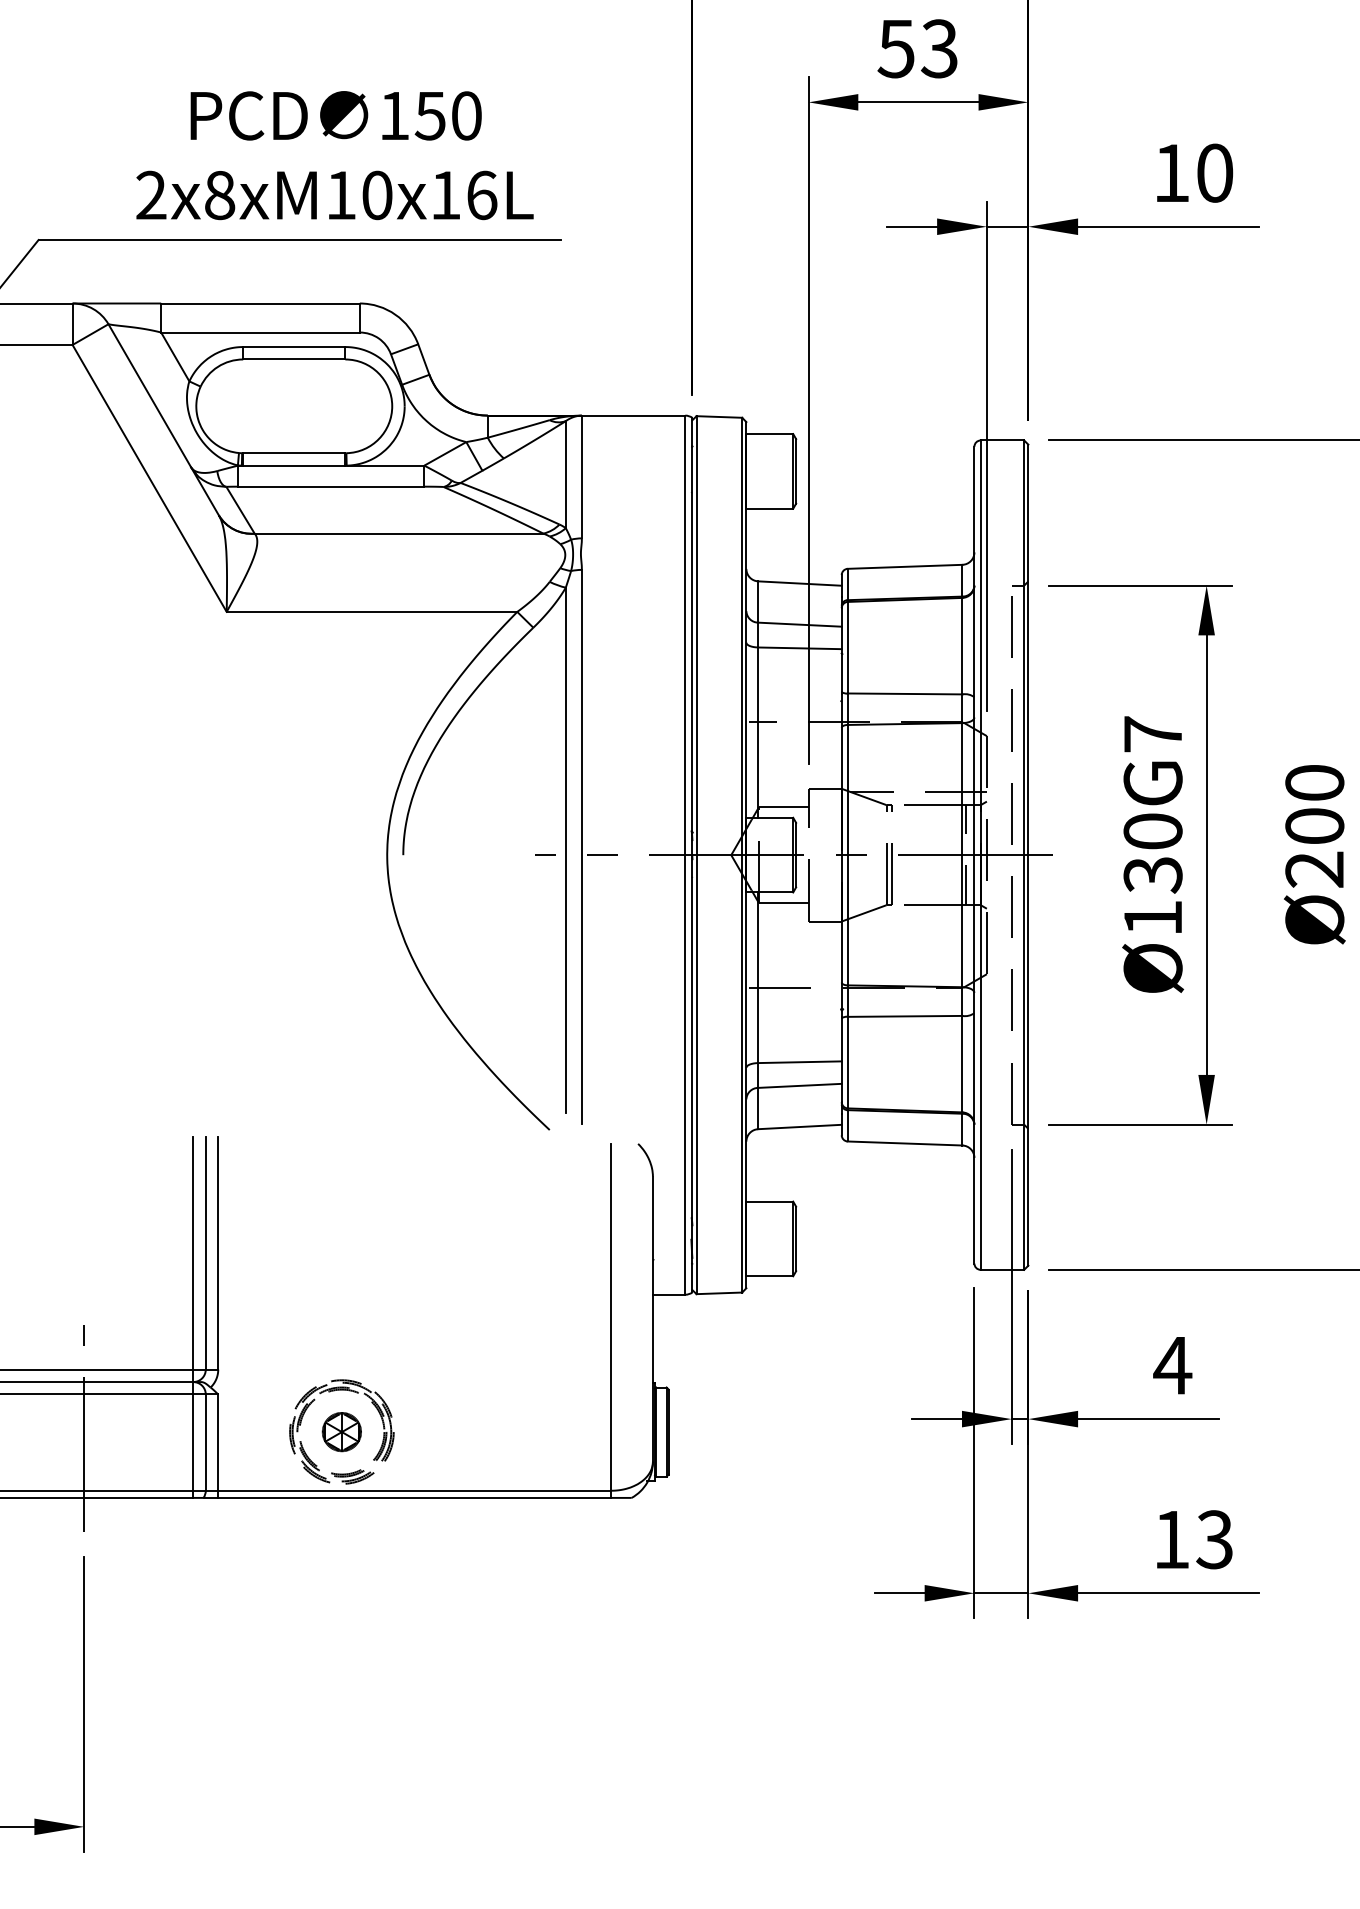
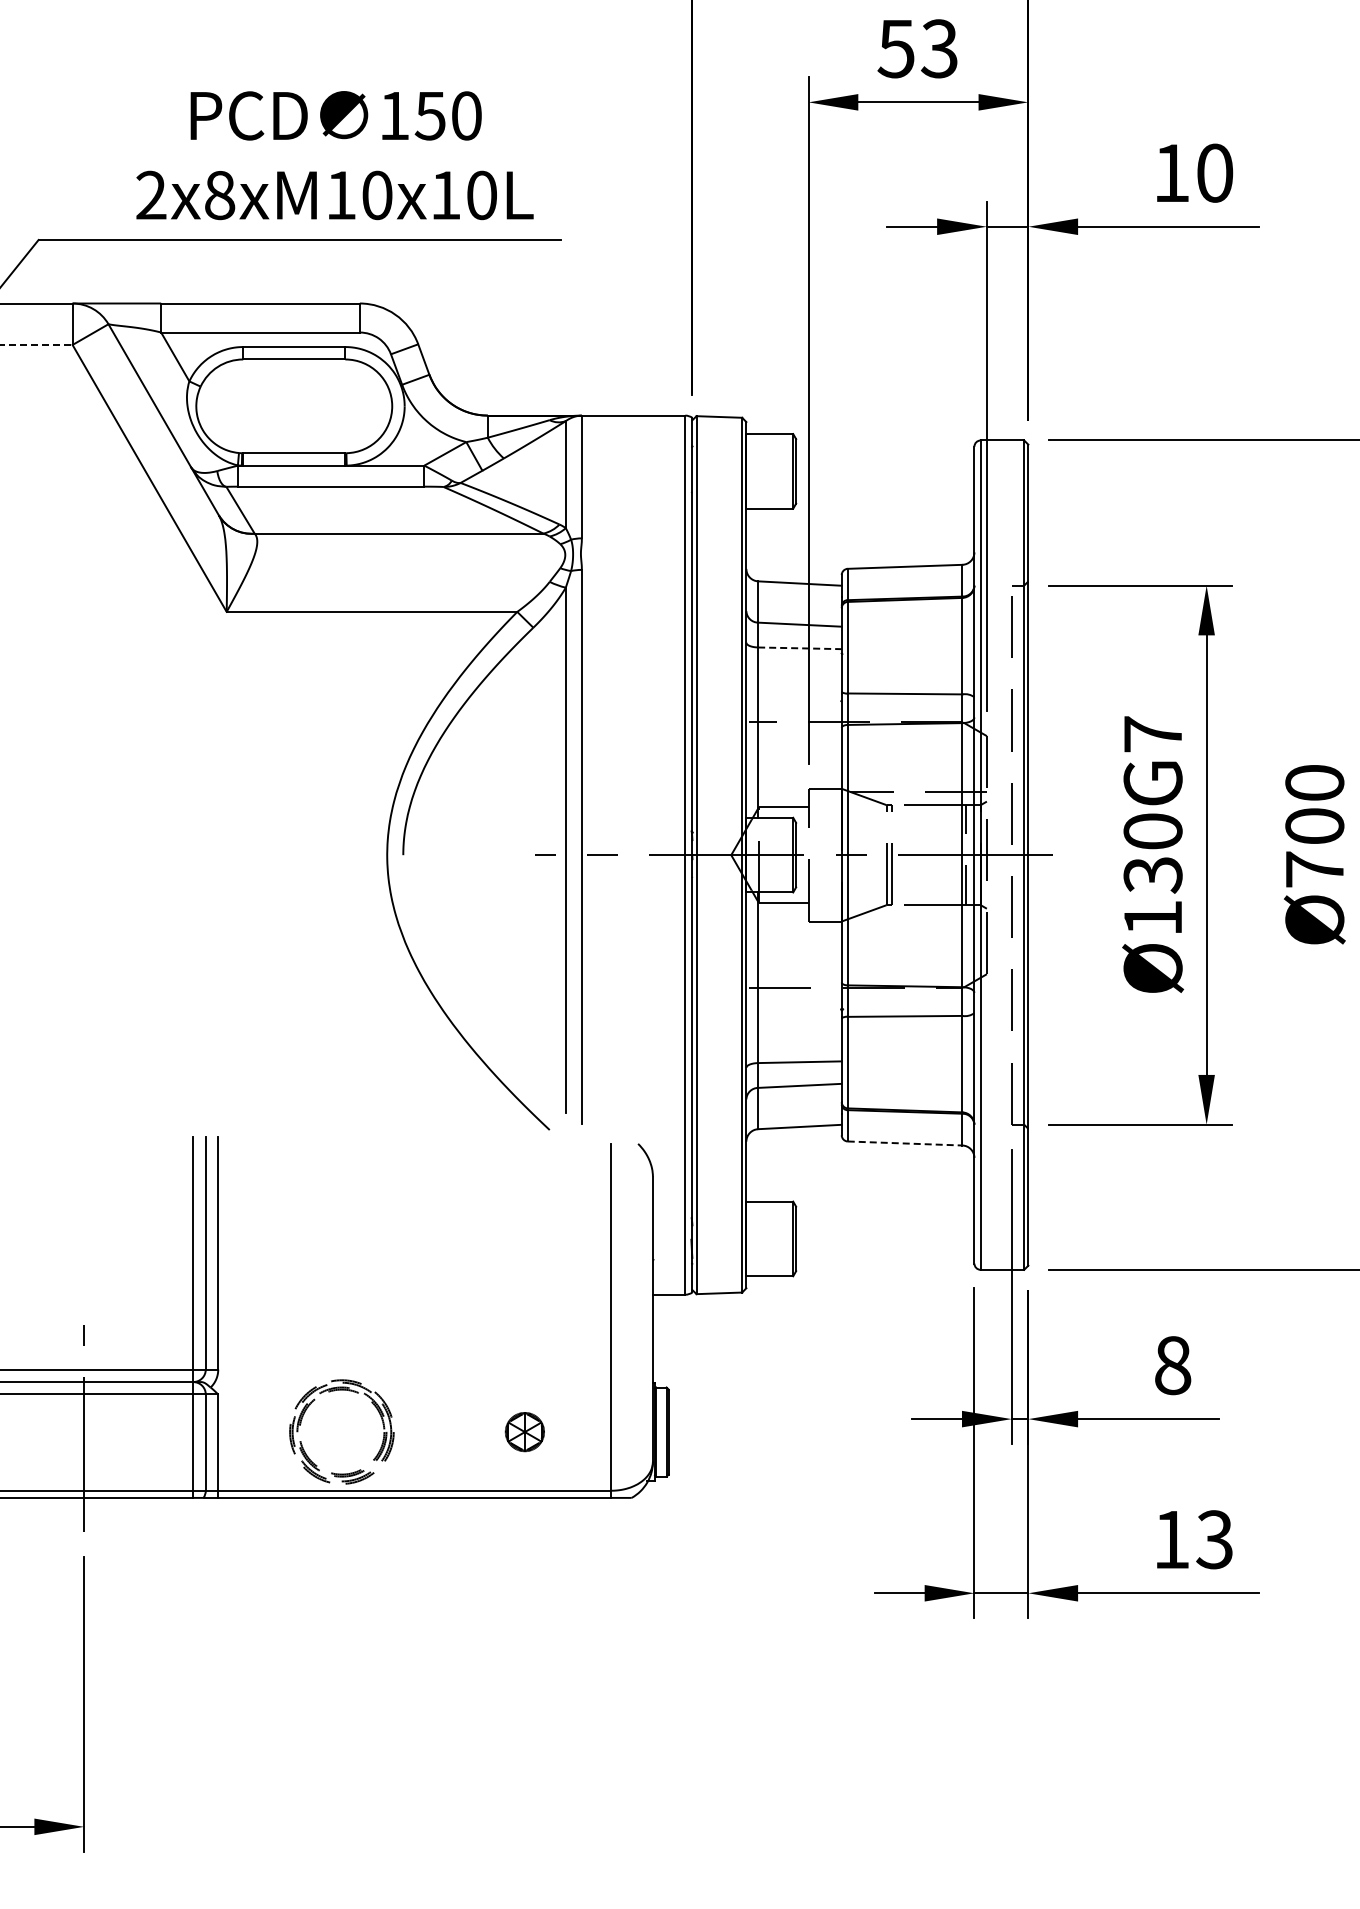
text at (482, 195): 2x8xM10x16L -> 2x8xM10x10L
line at (36, 344): solid -> dashed
line at (799, 648): solid -> dashed
text at (1314, 869): Ø200 -> Ø700
line at (905, 1143): solid -> dashed
text at (1172, 1365): 4 -> 8
part at (341, 1432) position: (341, 1432) -> (524, 1432)
